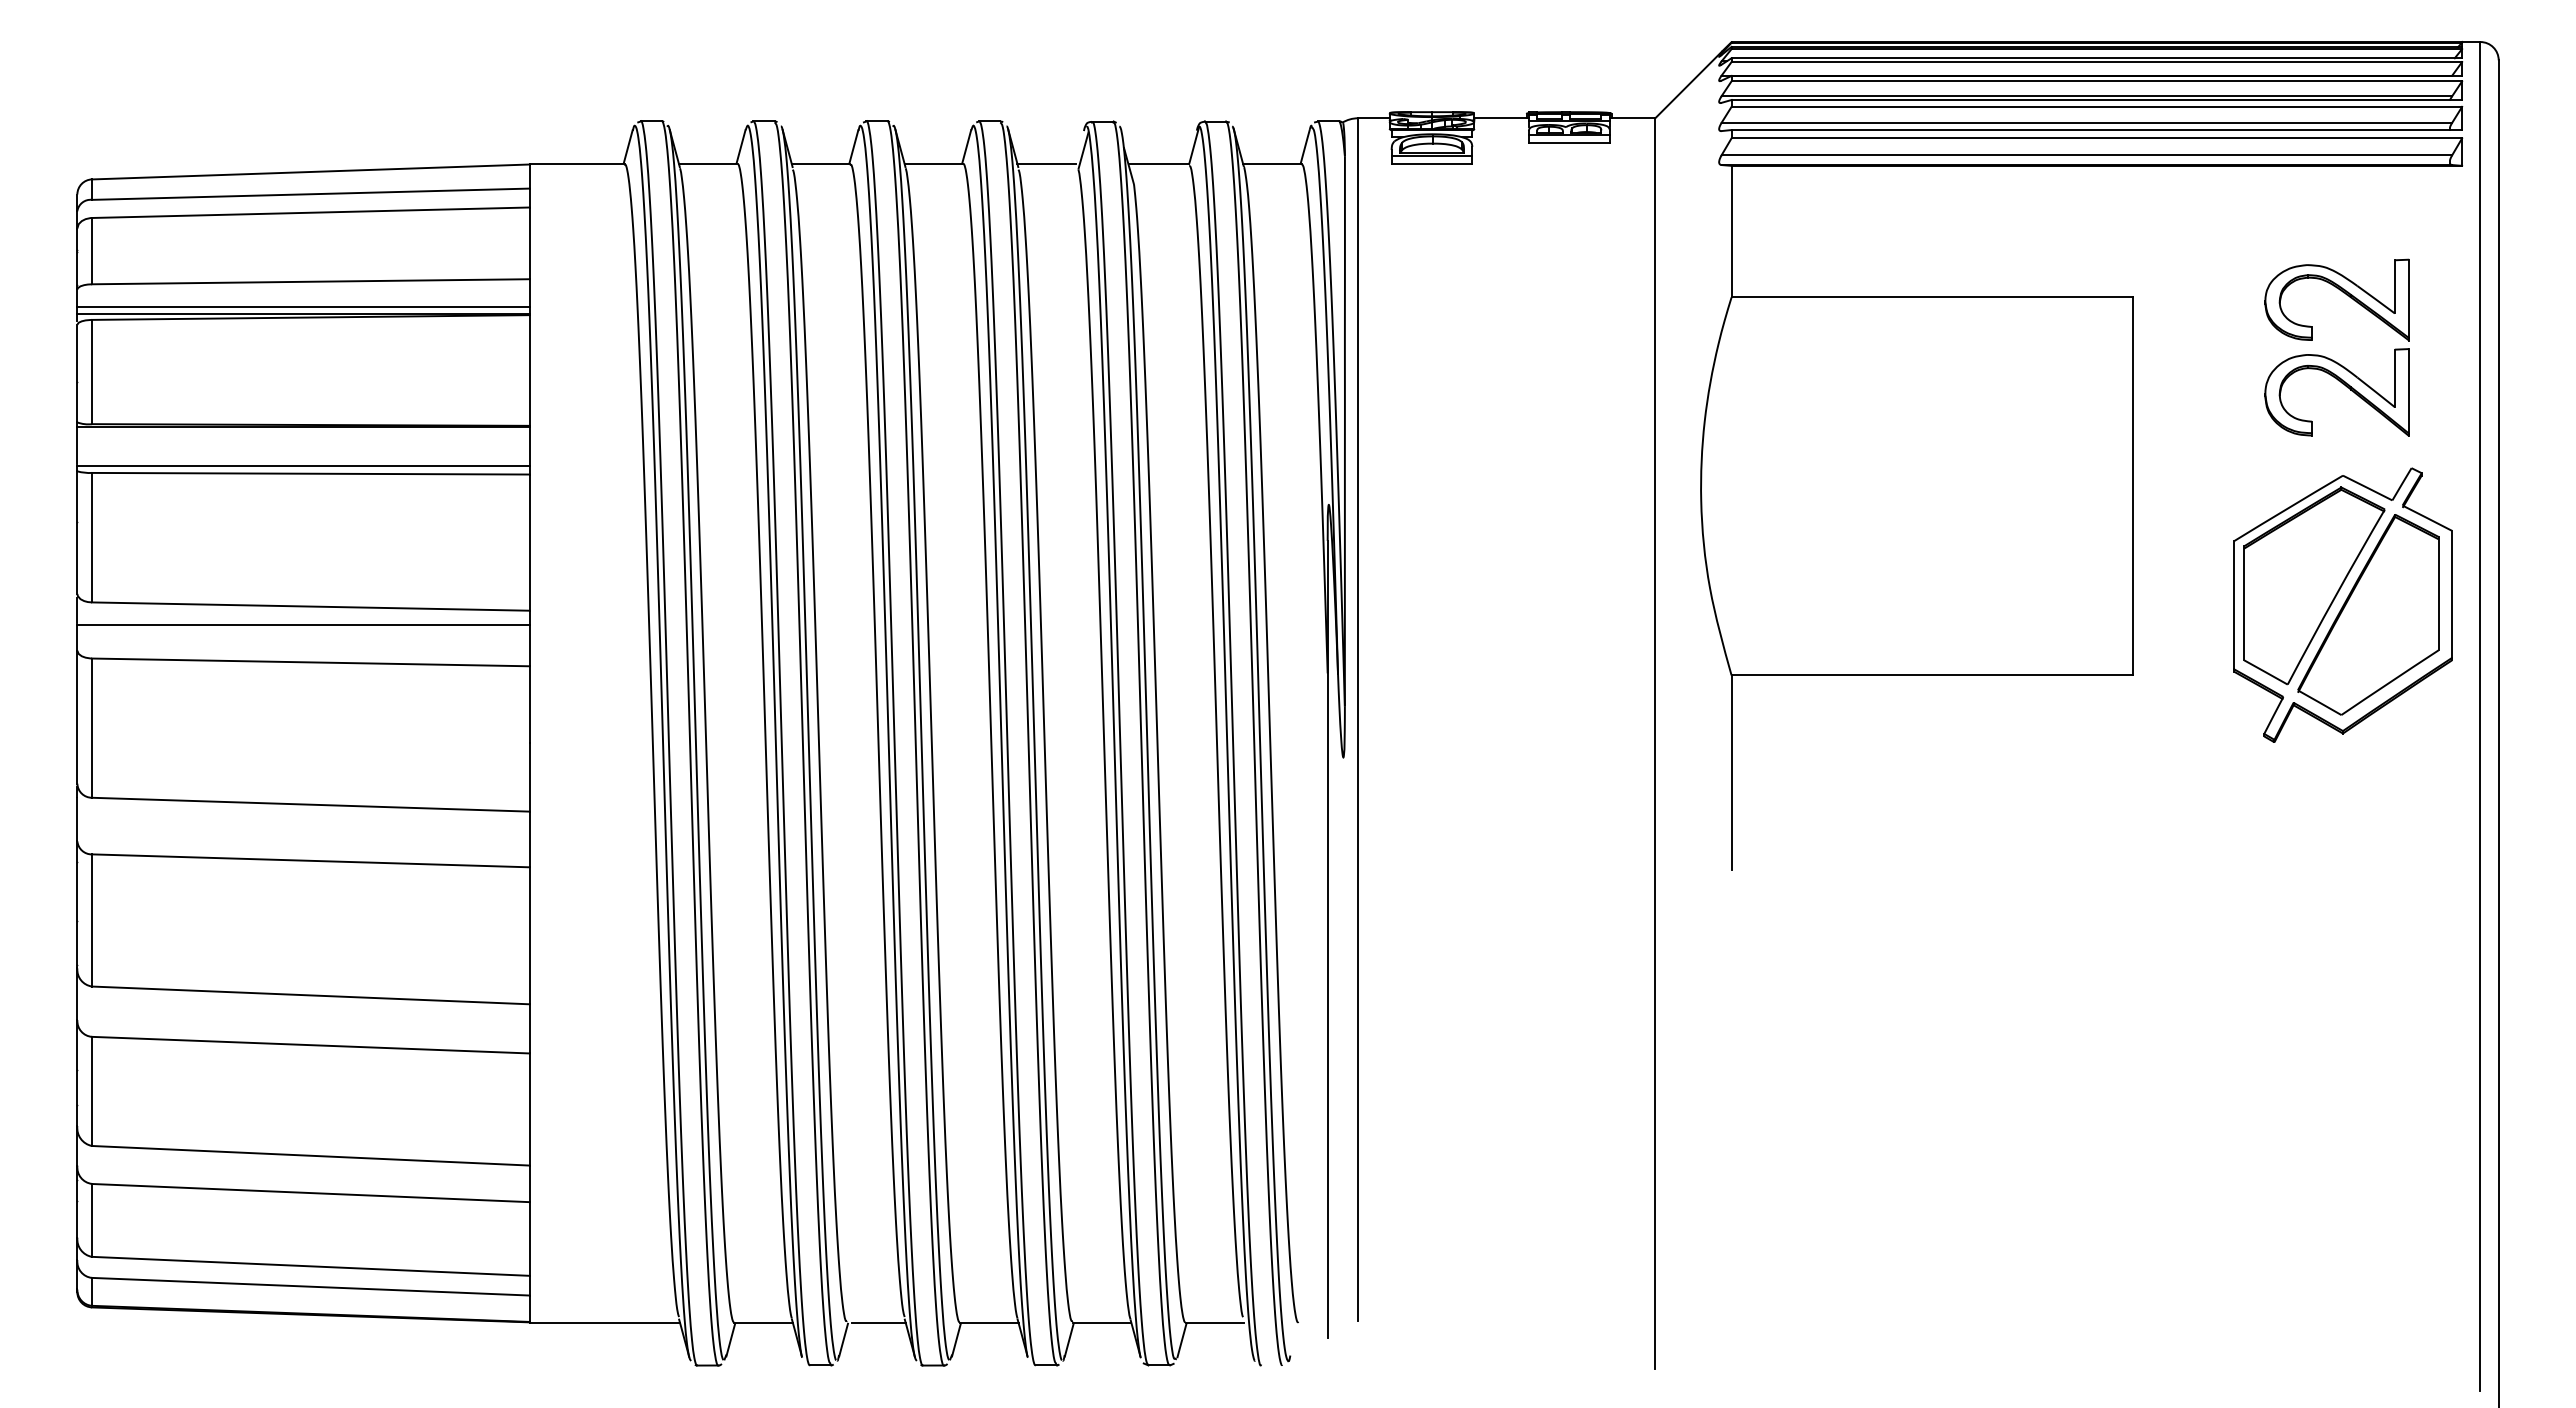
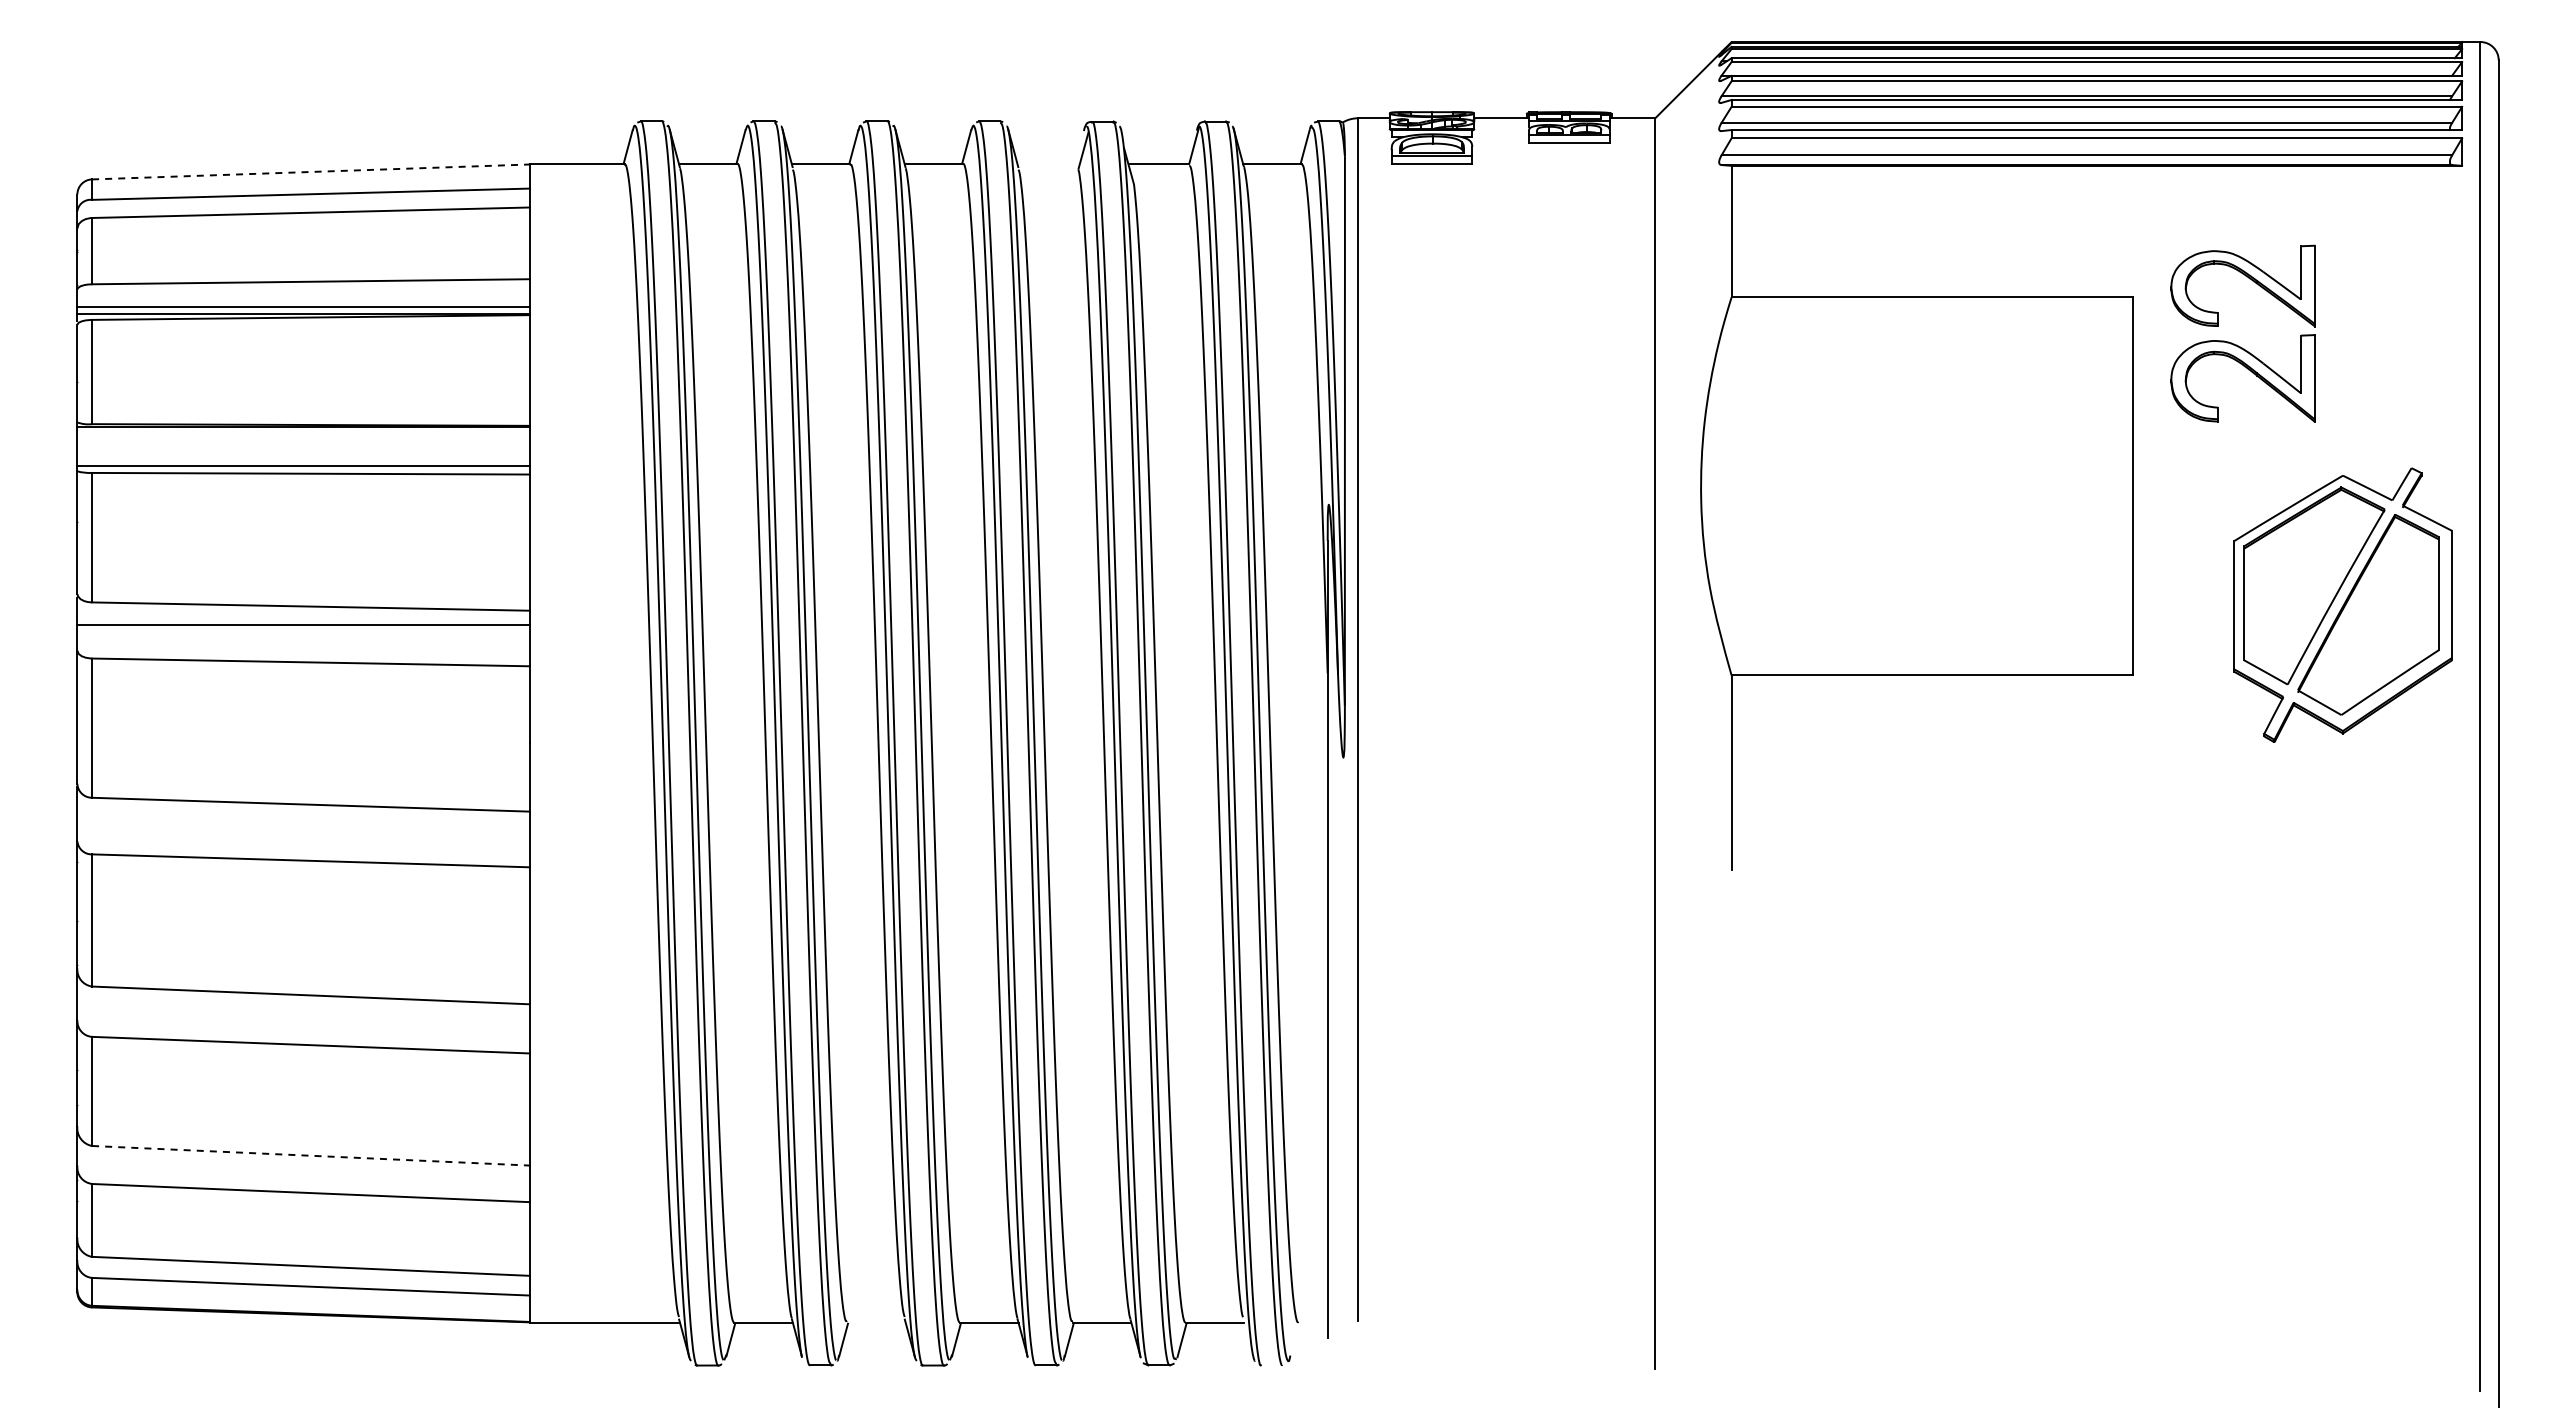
line at (1046, 164): present -> none
line at (310, 171): solid -> dashed
part at (2330, 358) position: (2330, 358) -> (2236, 344)
line at (311, 1155): solid -> dashed
line at (878, 1322): present -> none
